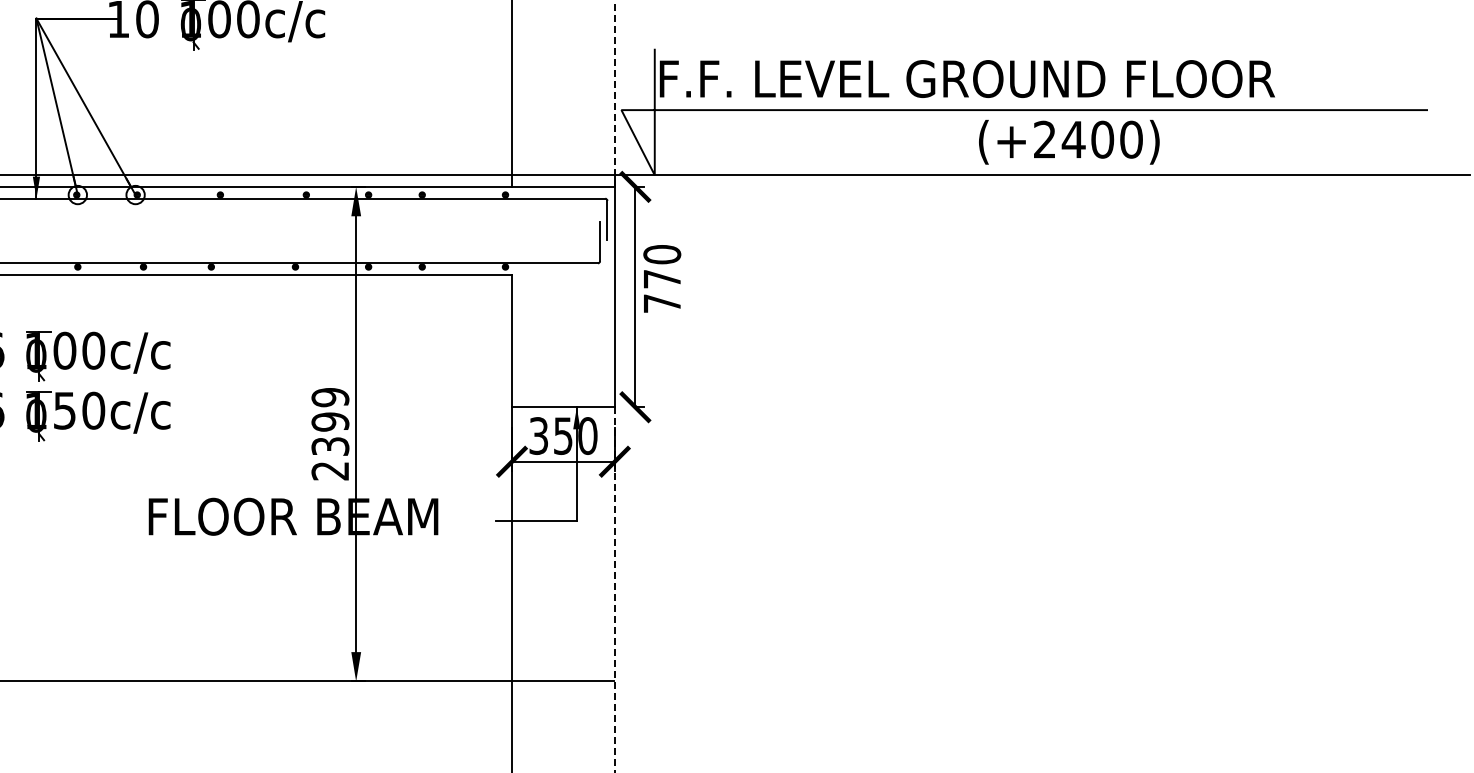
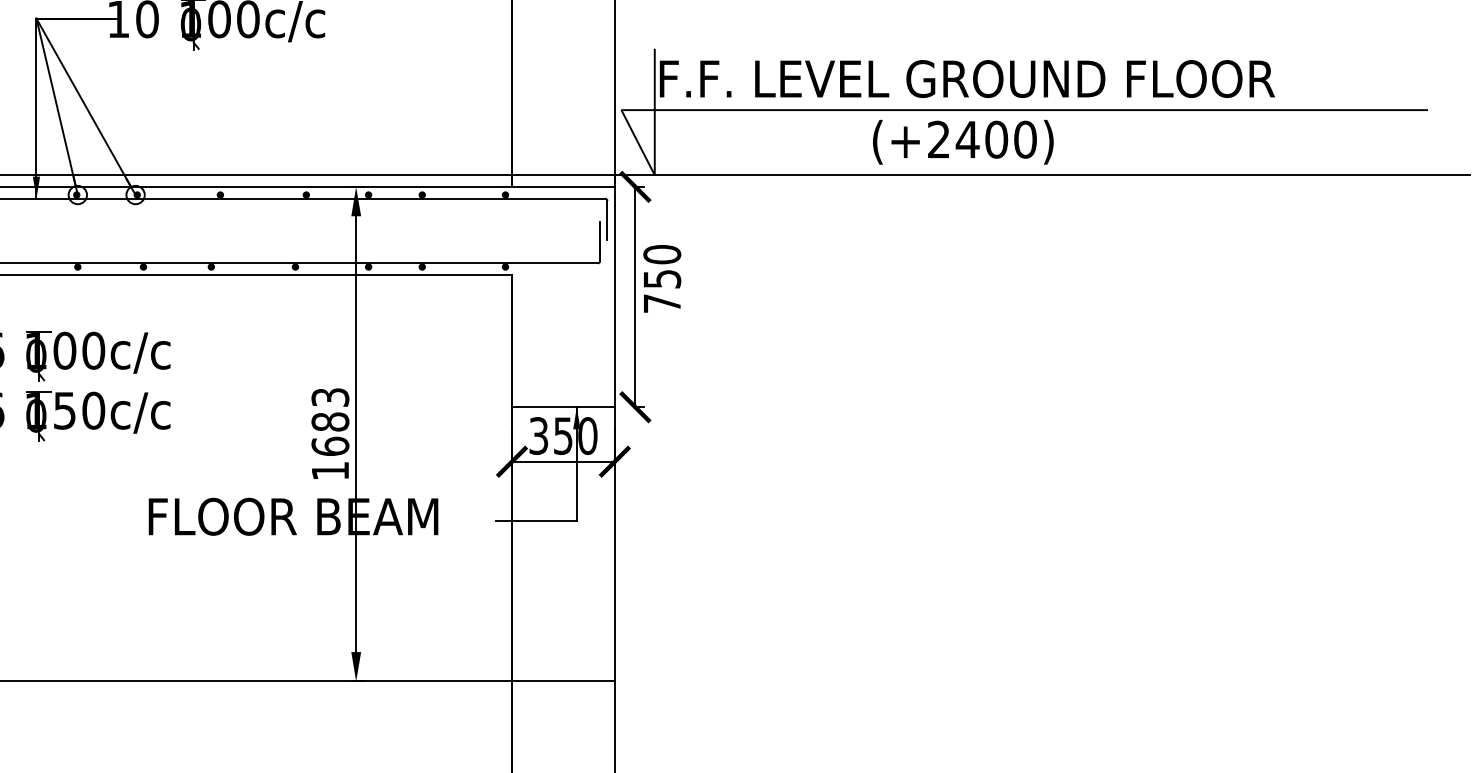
line at (614, 92): dashed -> solid
text at (1069, 141) position: (1069, 141) -> (963, 141)
text at (662, 279): 770 -> 750
text at (330, 434): 2399 -> 1683
line at (614, 590): dashed -> solid
